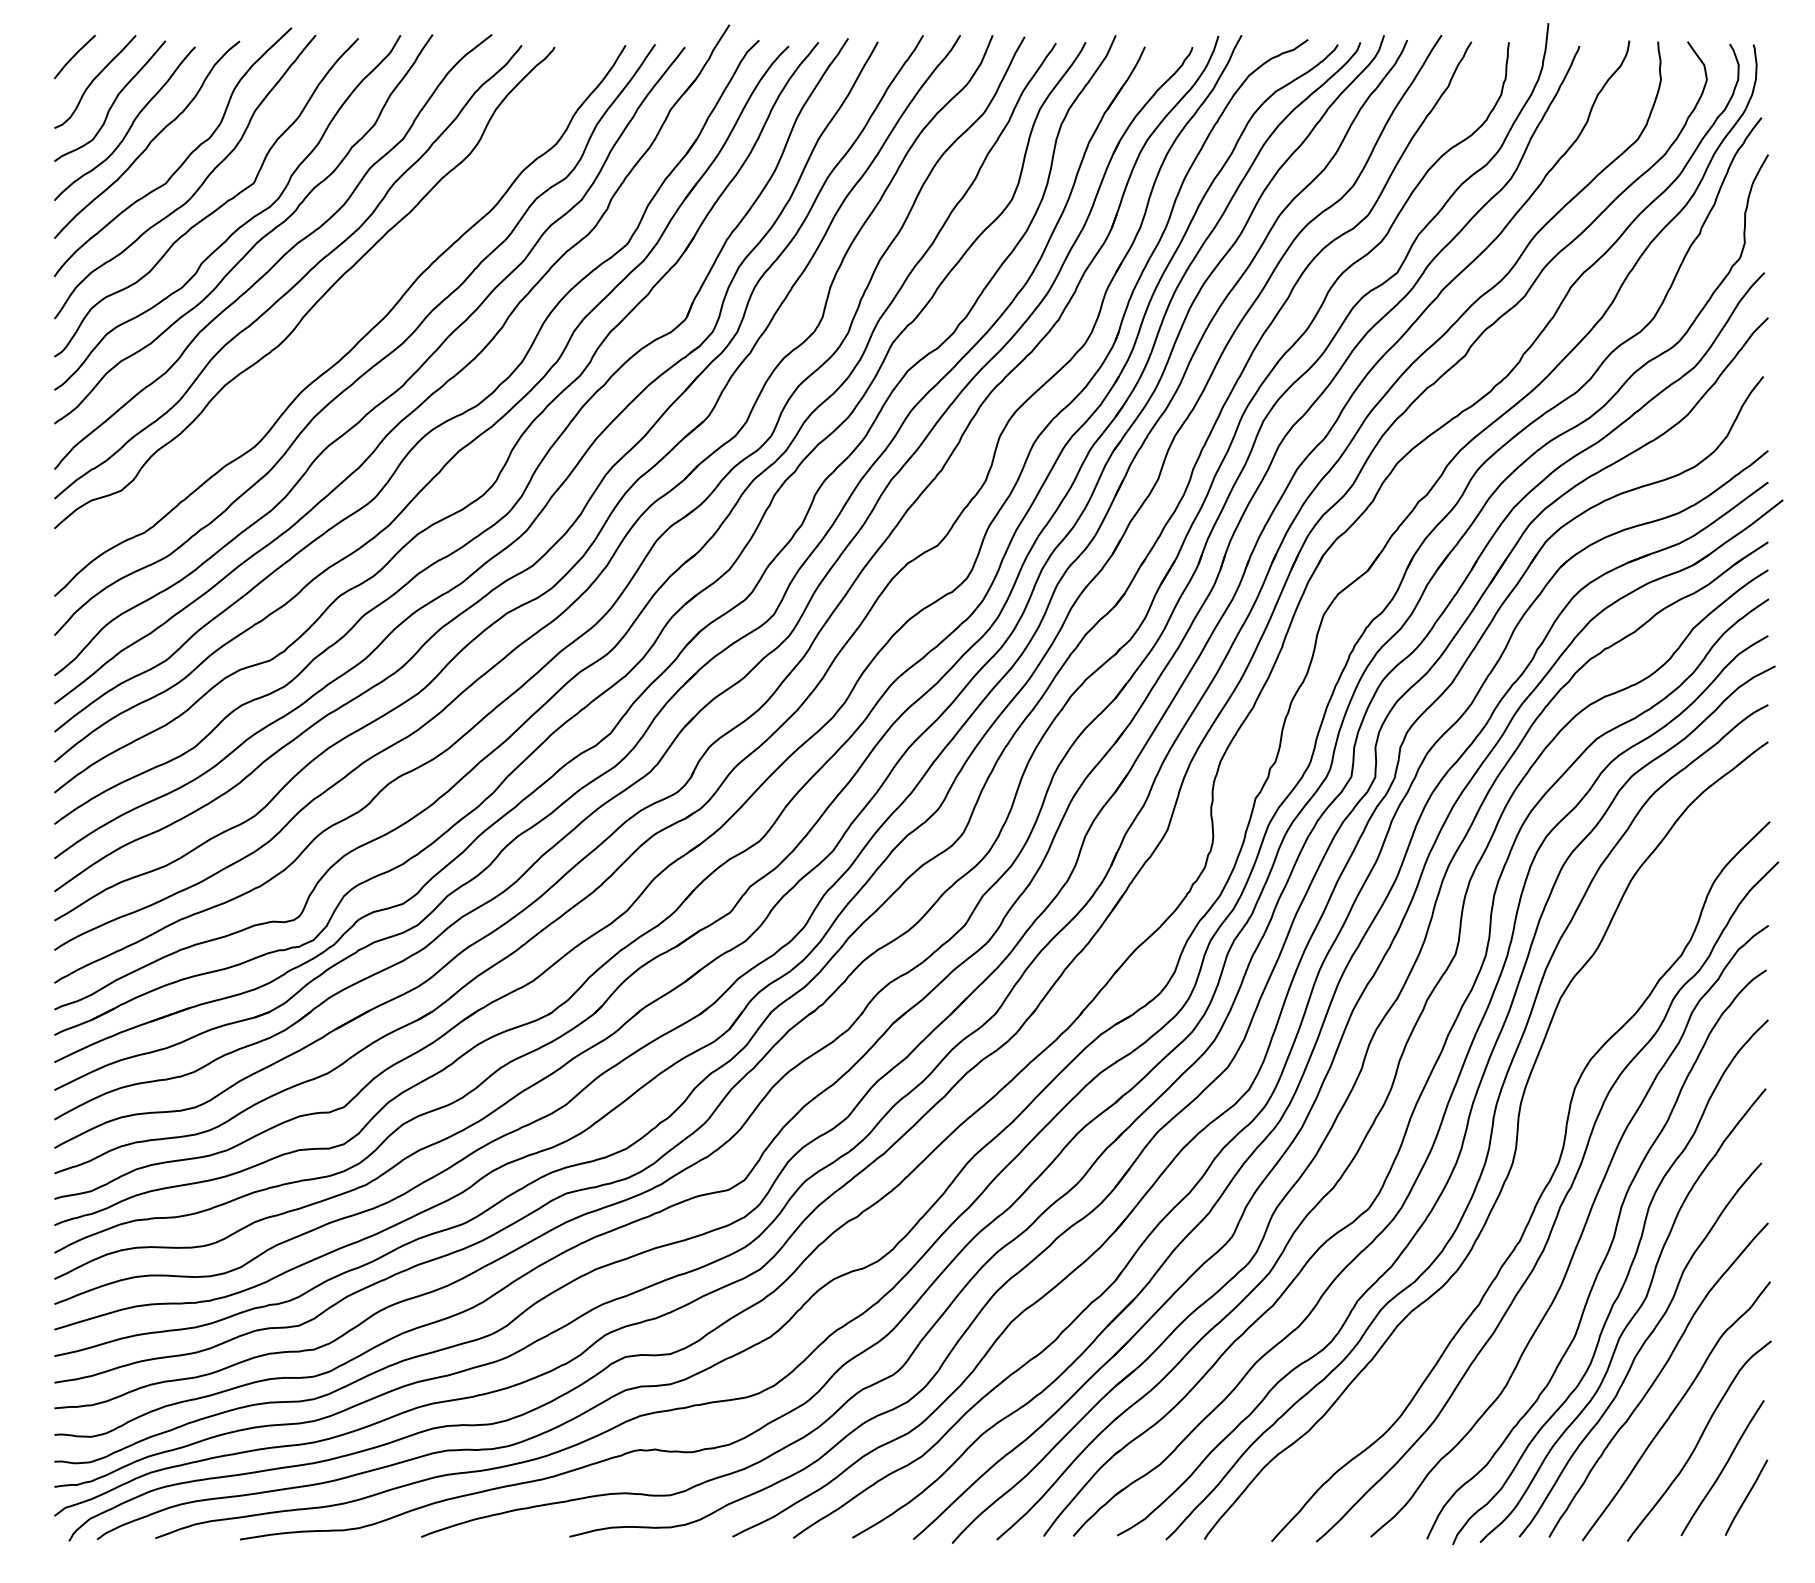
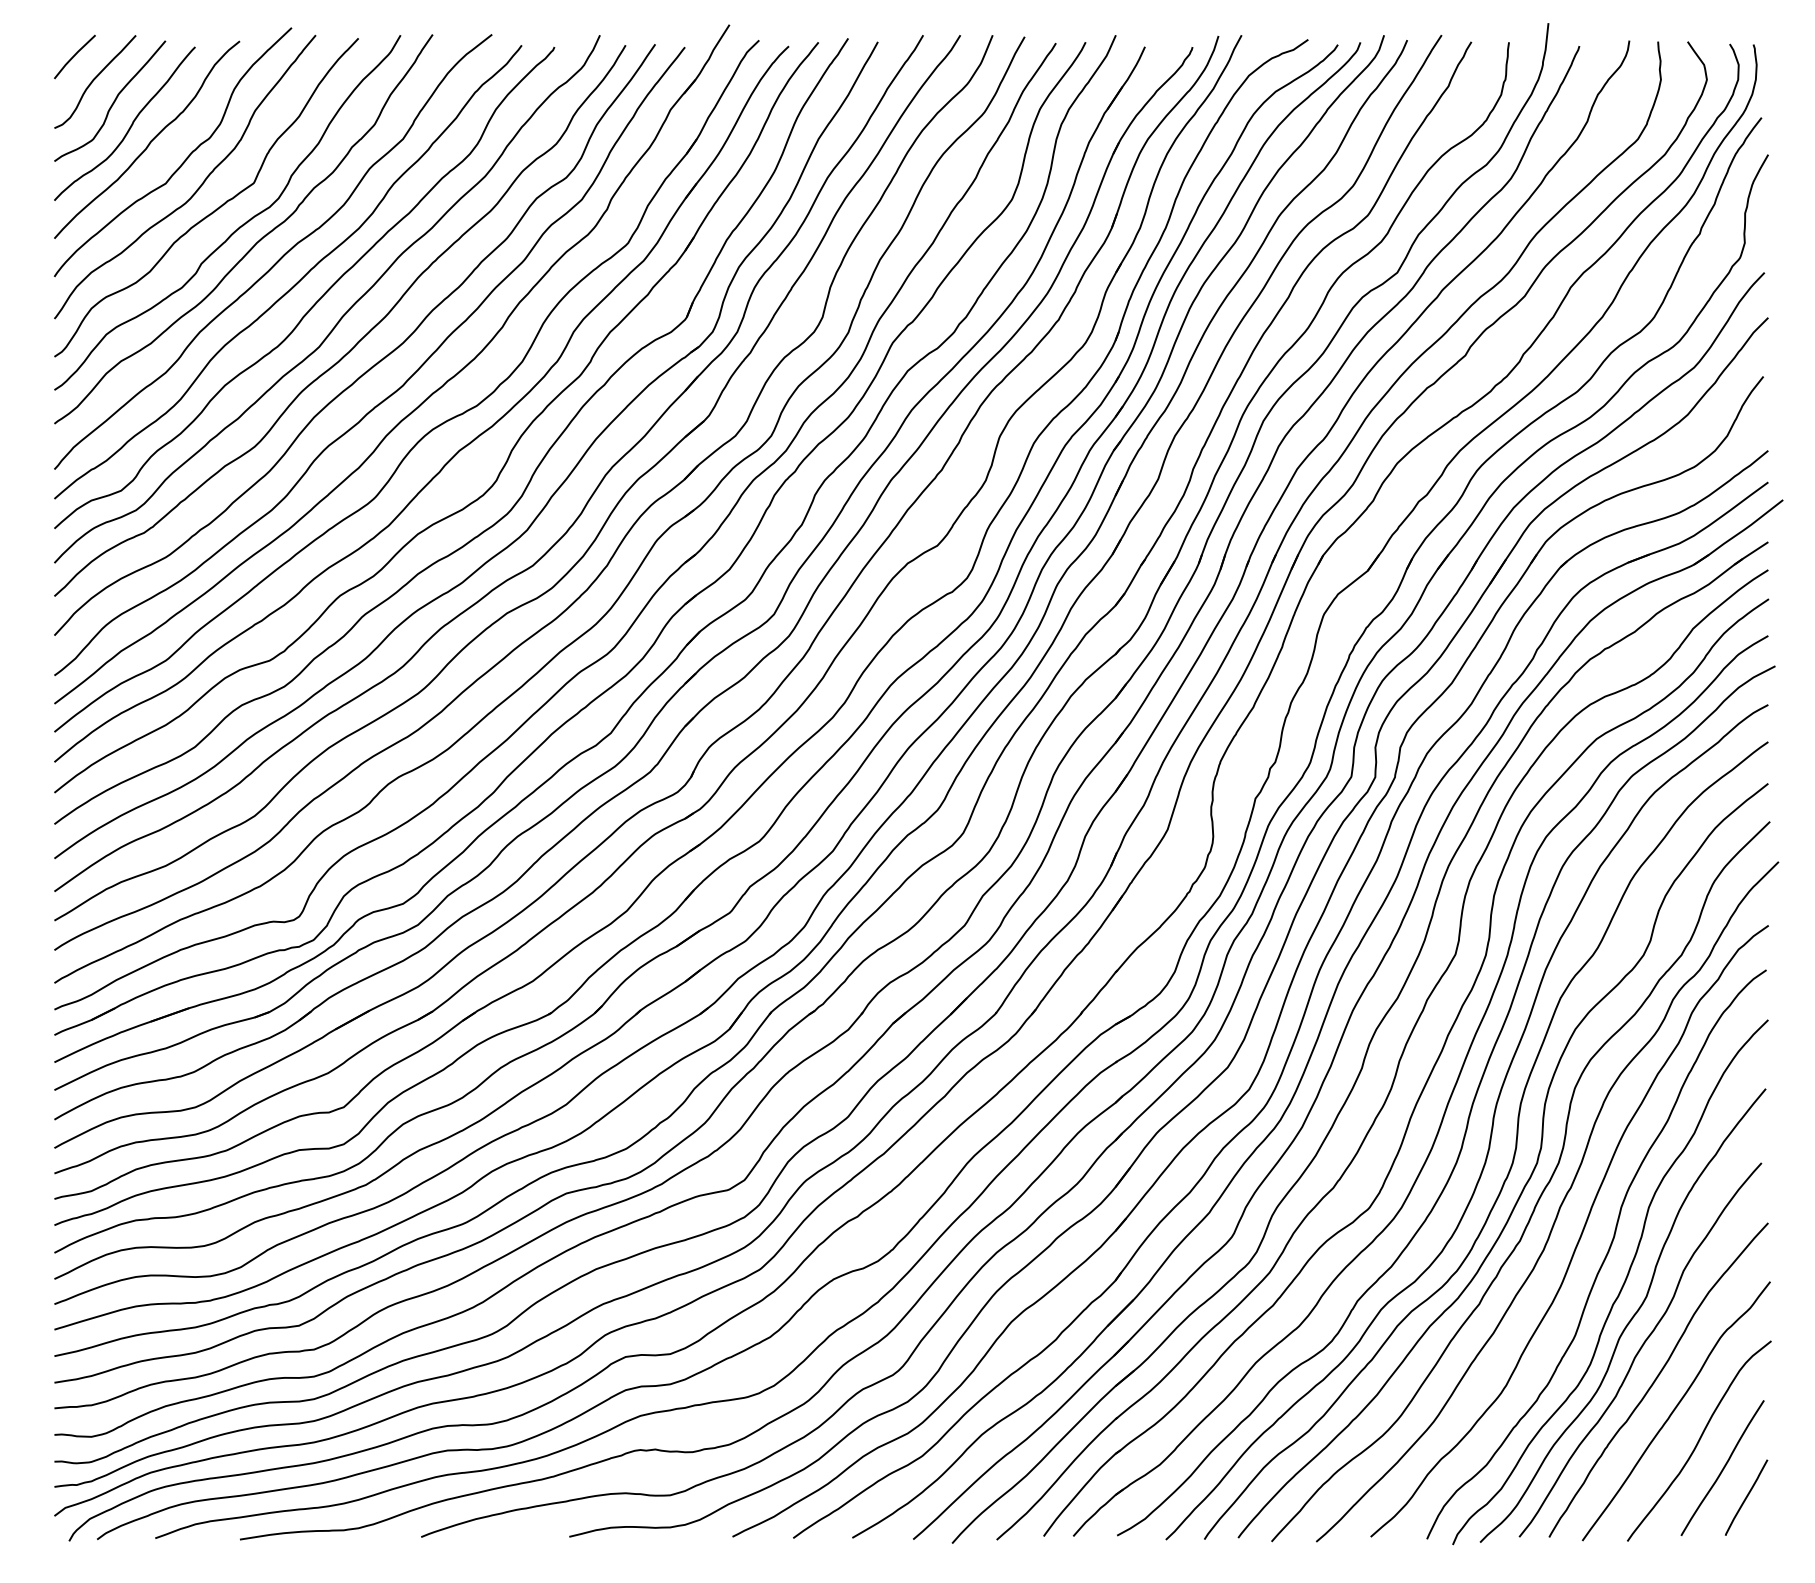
curve at (343, 314): none -> present
curve at (1530, 1174): none -> present
